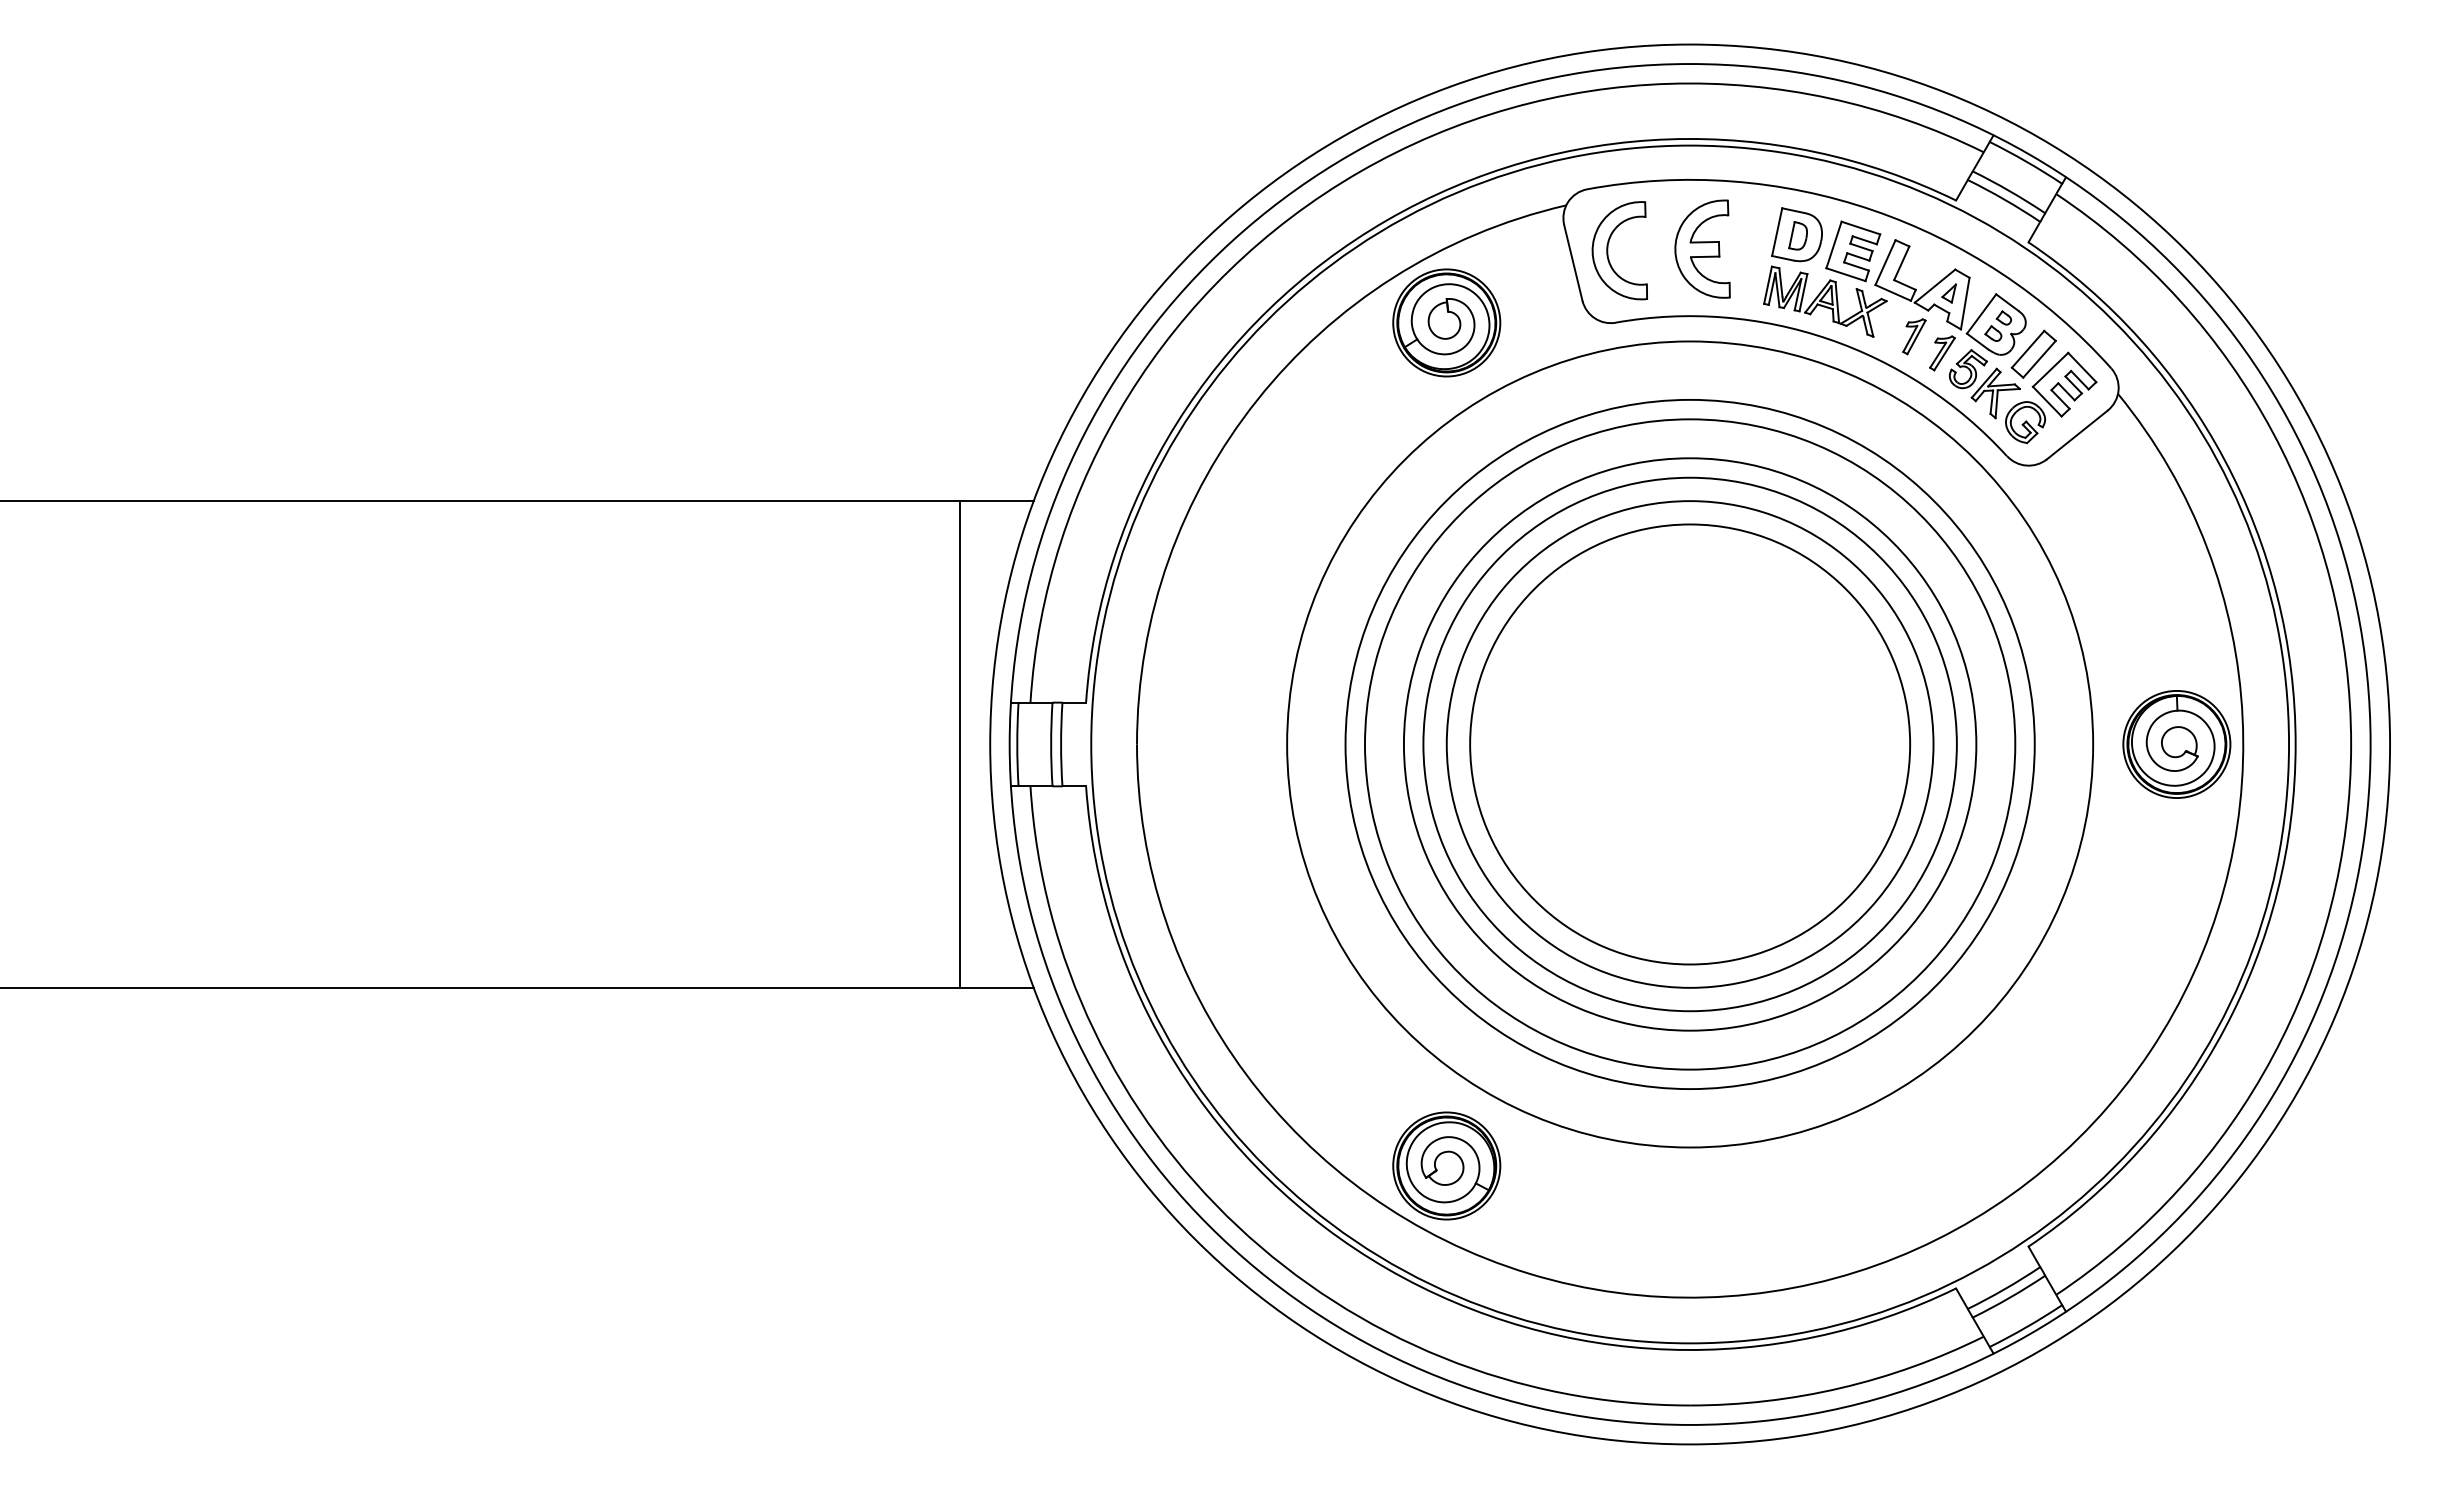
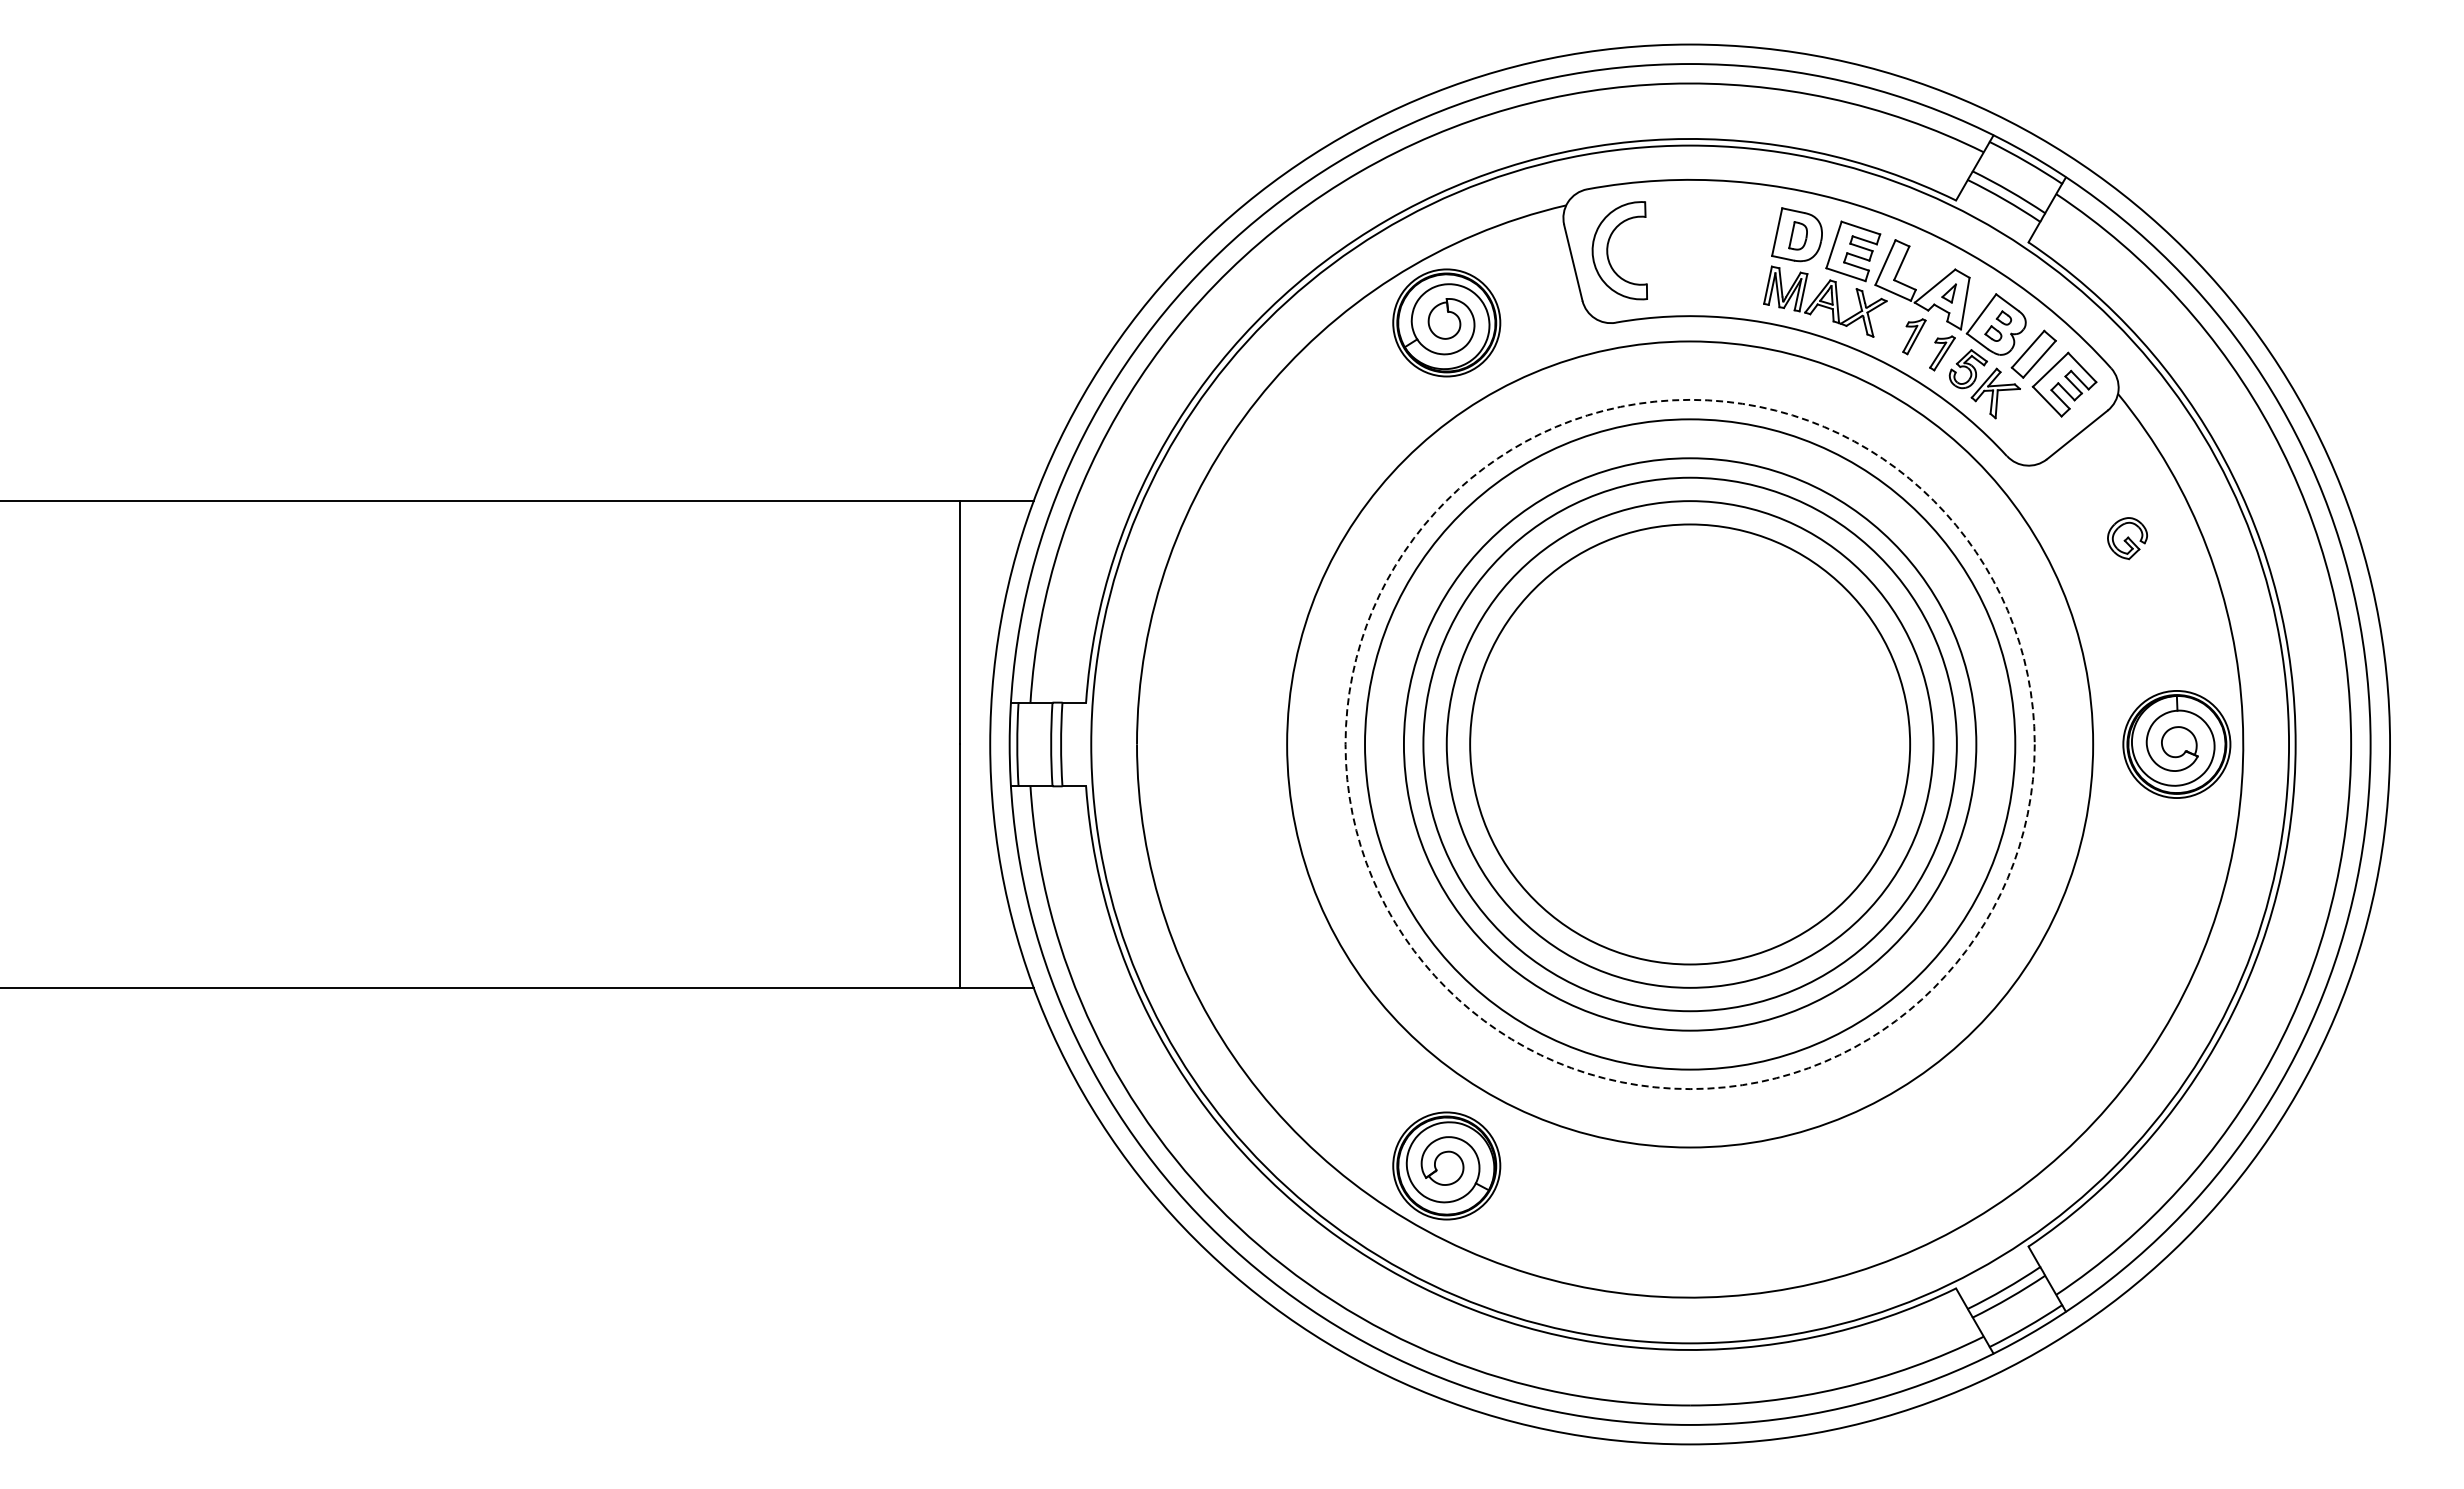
part at (1702, 248): present -> none
part at (2025, 422) position: (2025, 422) -> (2127, 538)
circle at (1689, 744): solid -> dashed
